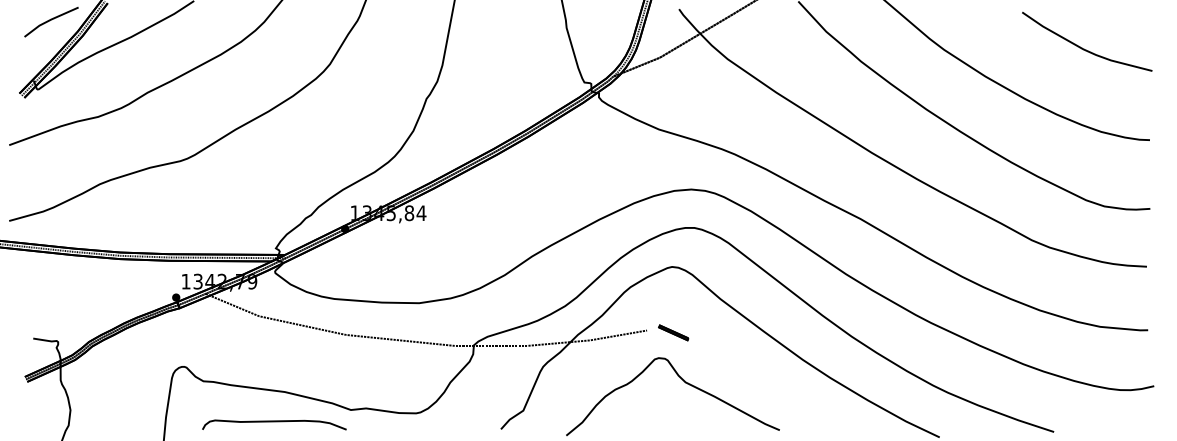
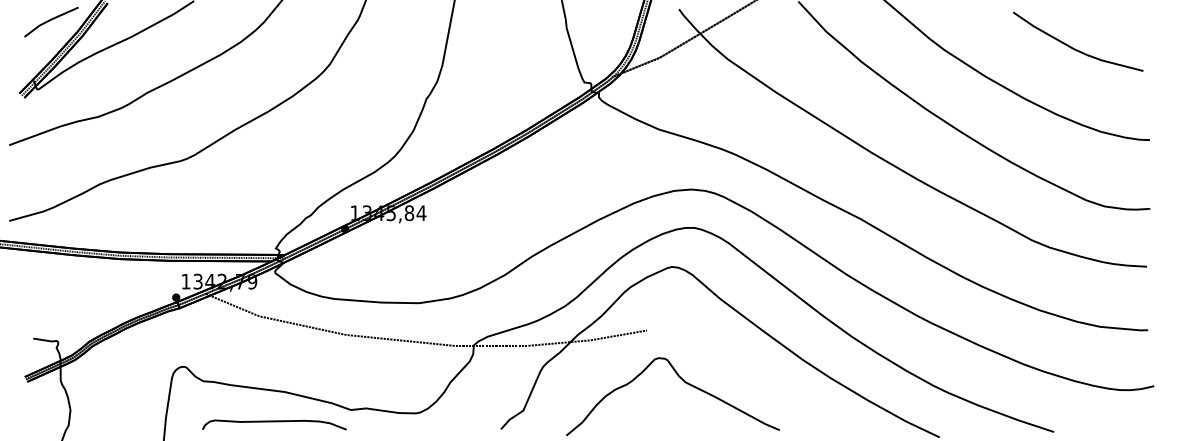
part at (1084, 48) position: (1084, 48) -> (1075, 48)
part at (673, 332): present -> none
